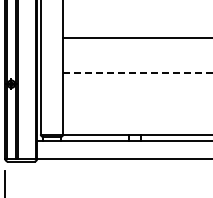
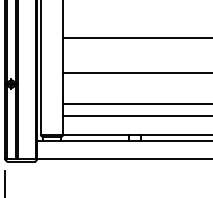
line at (138, 73): dashed -> solid
line at (136, 103): none -> present
line at (136, 115): none -> present
